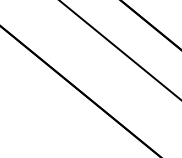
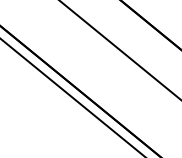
line at (72, 97): none -> present
